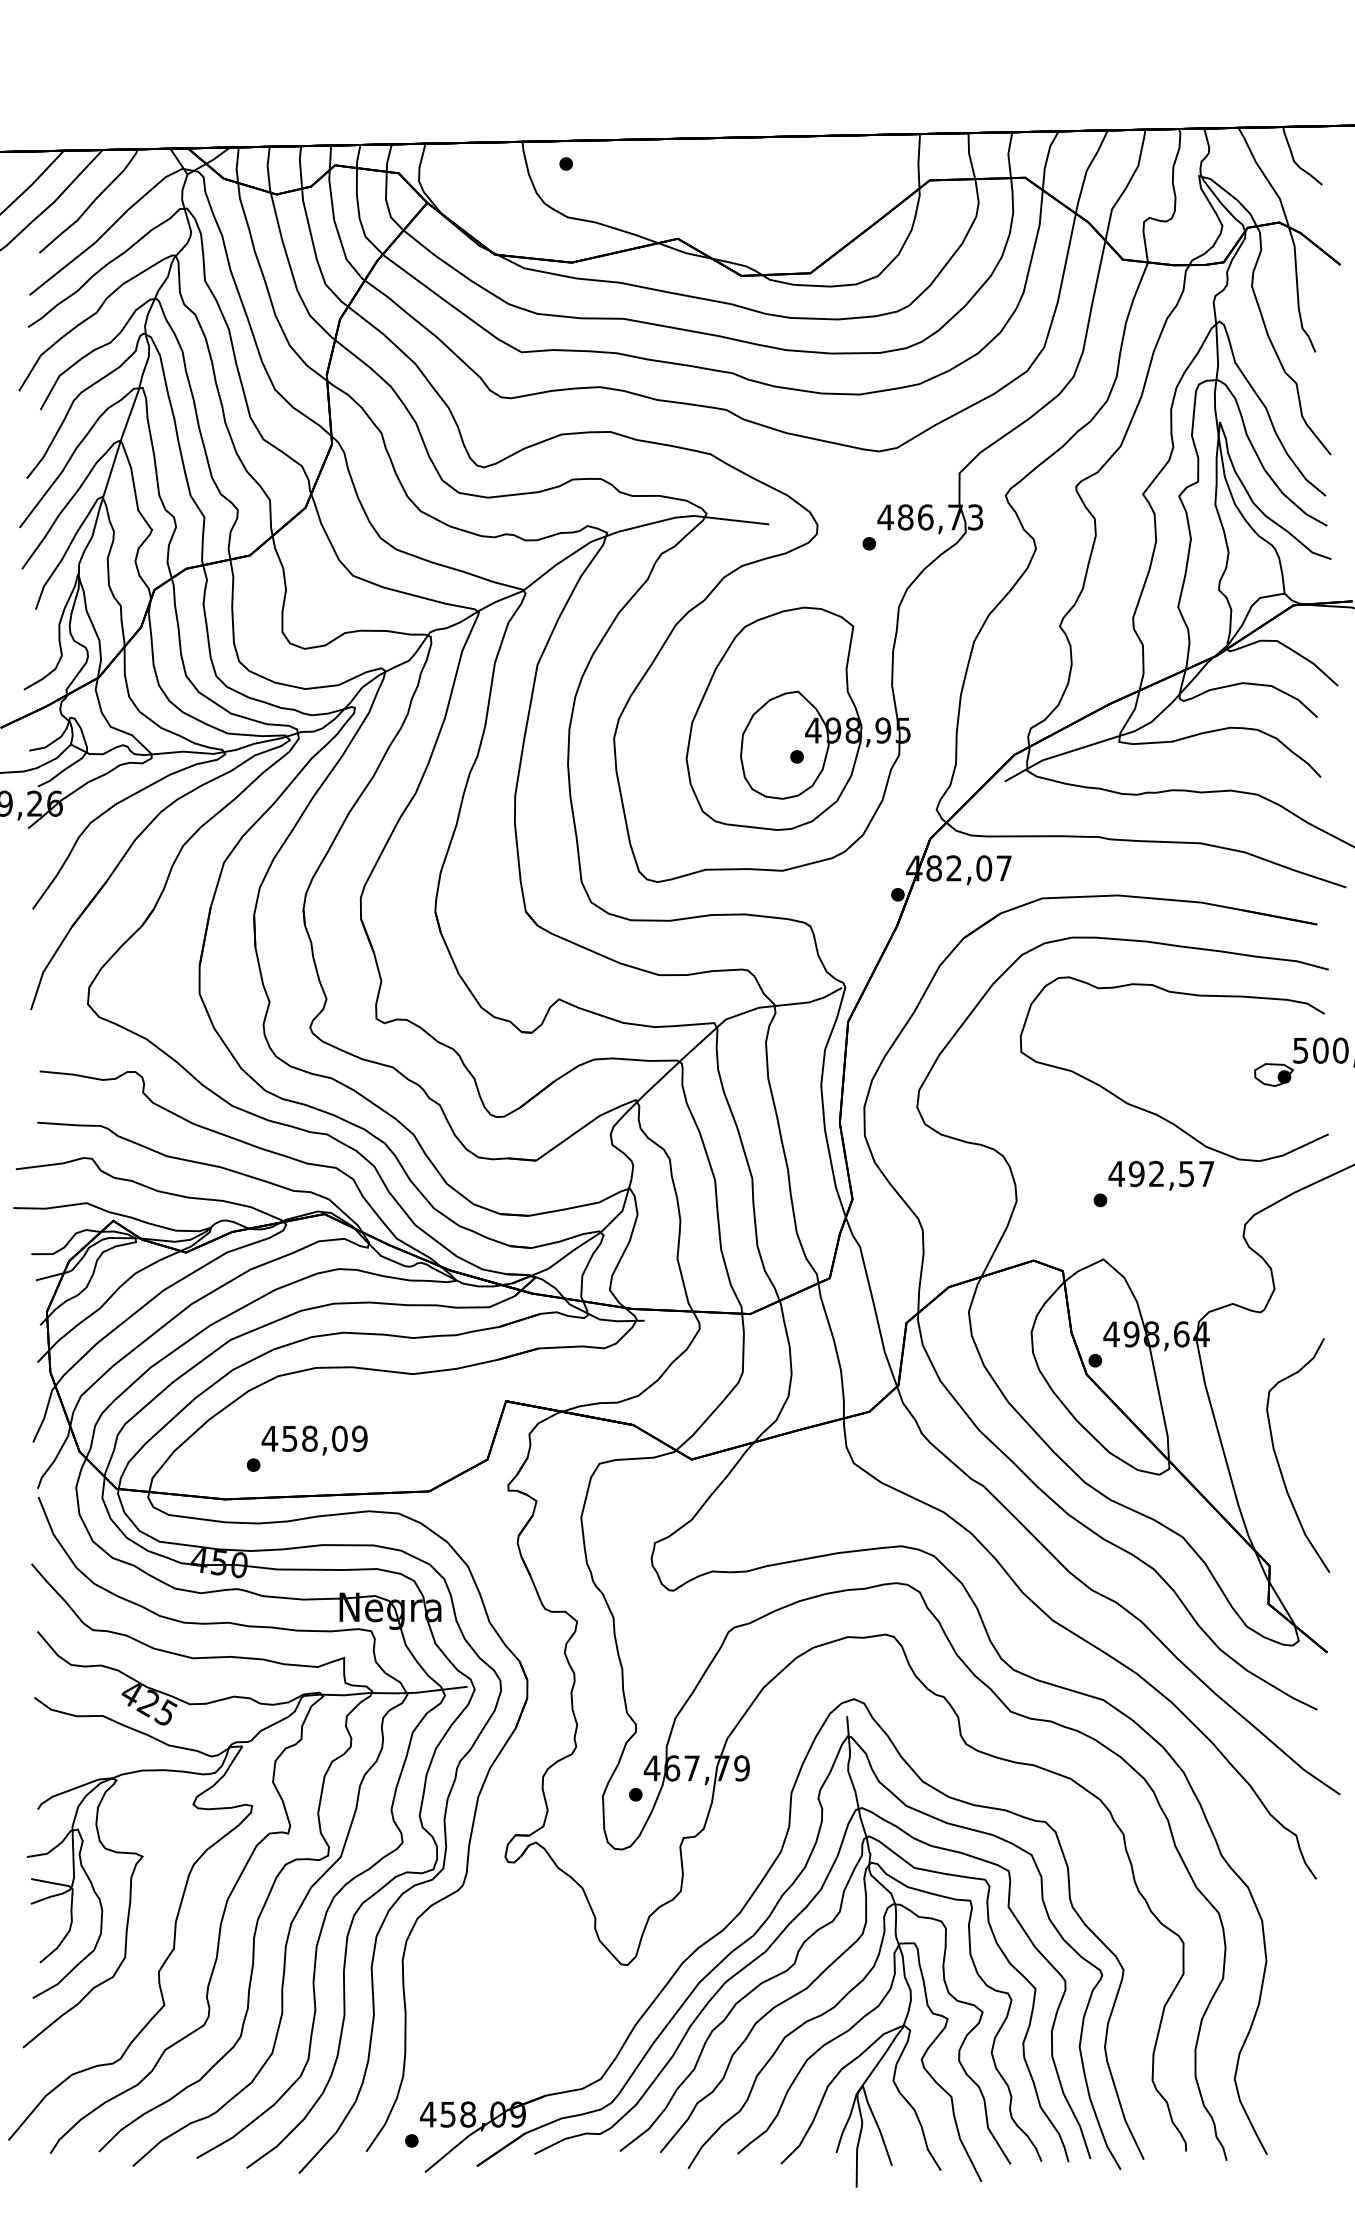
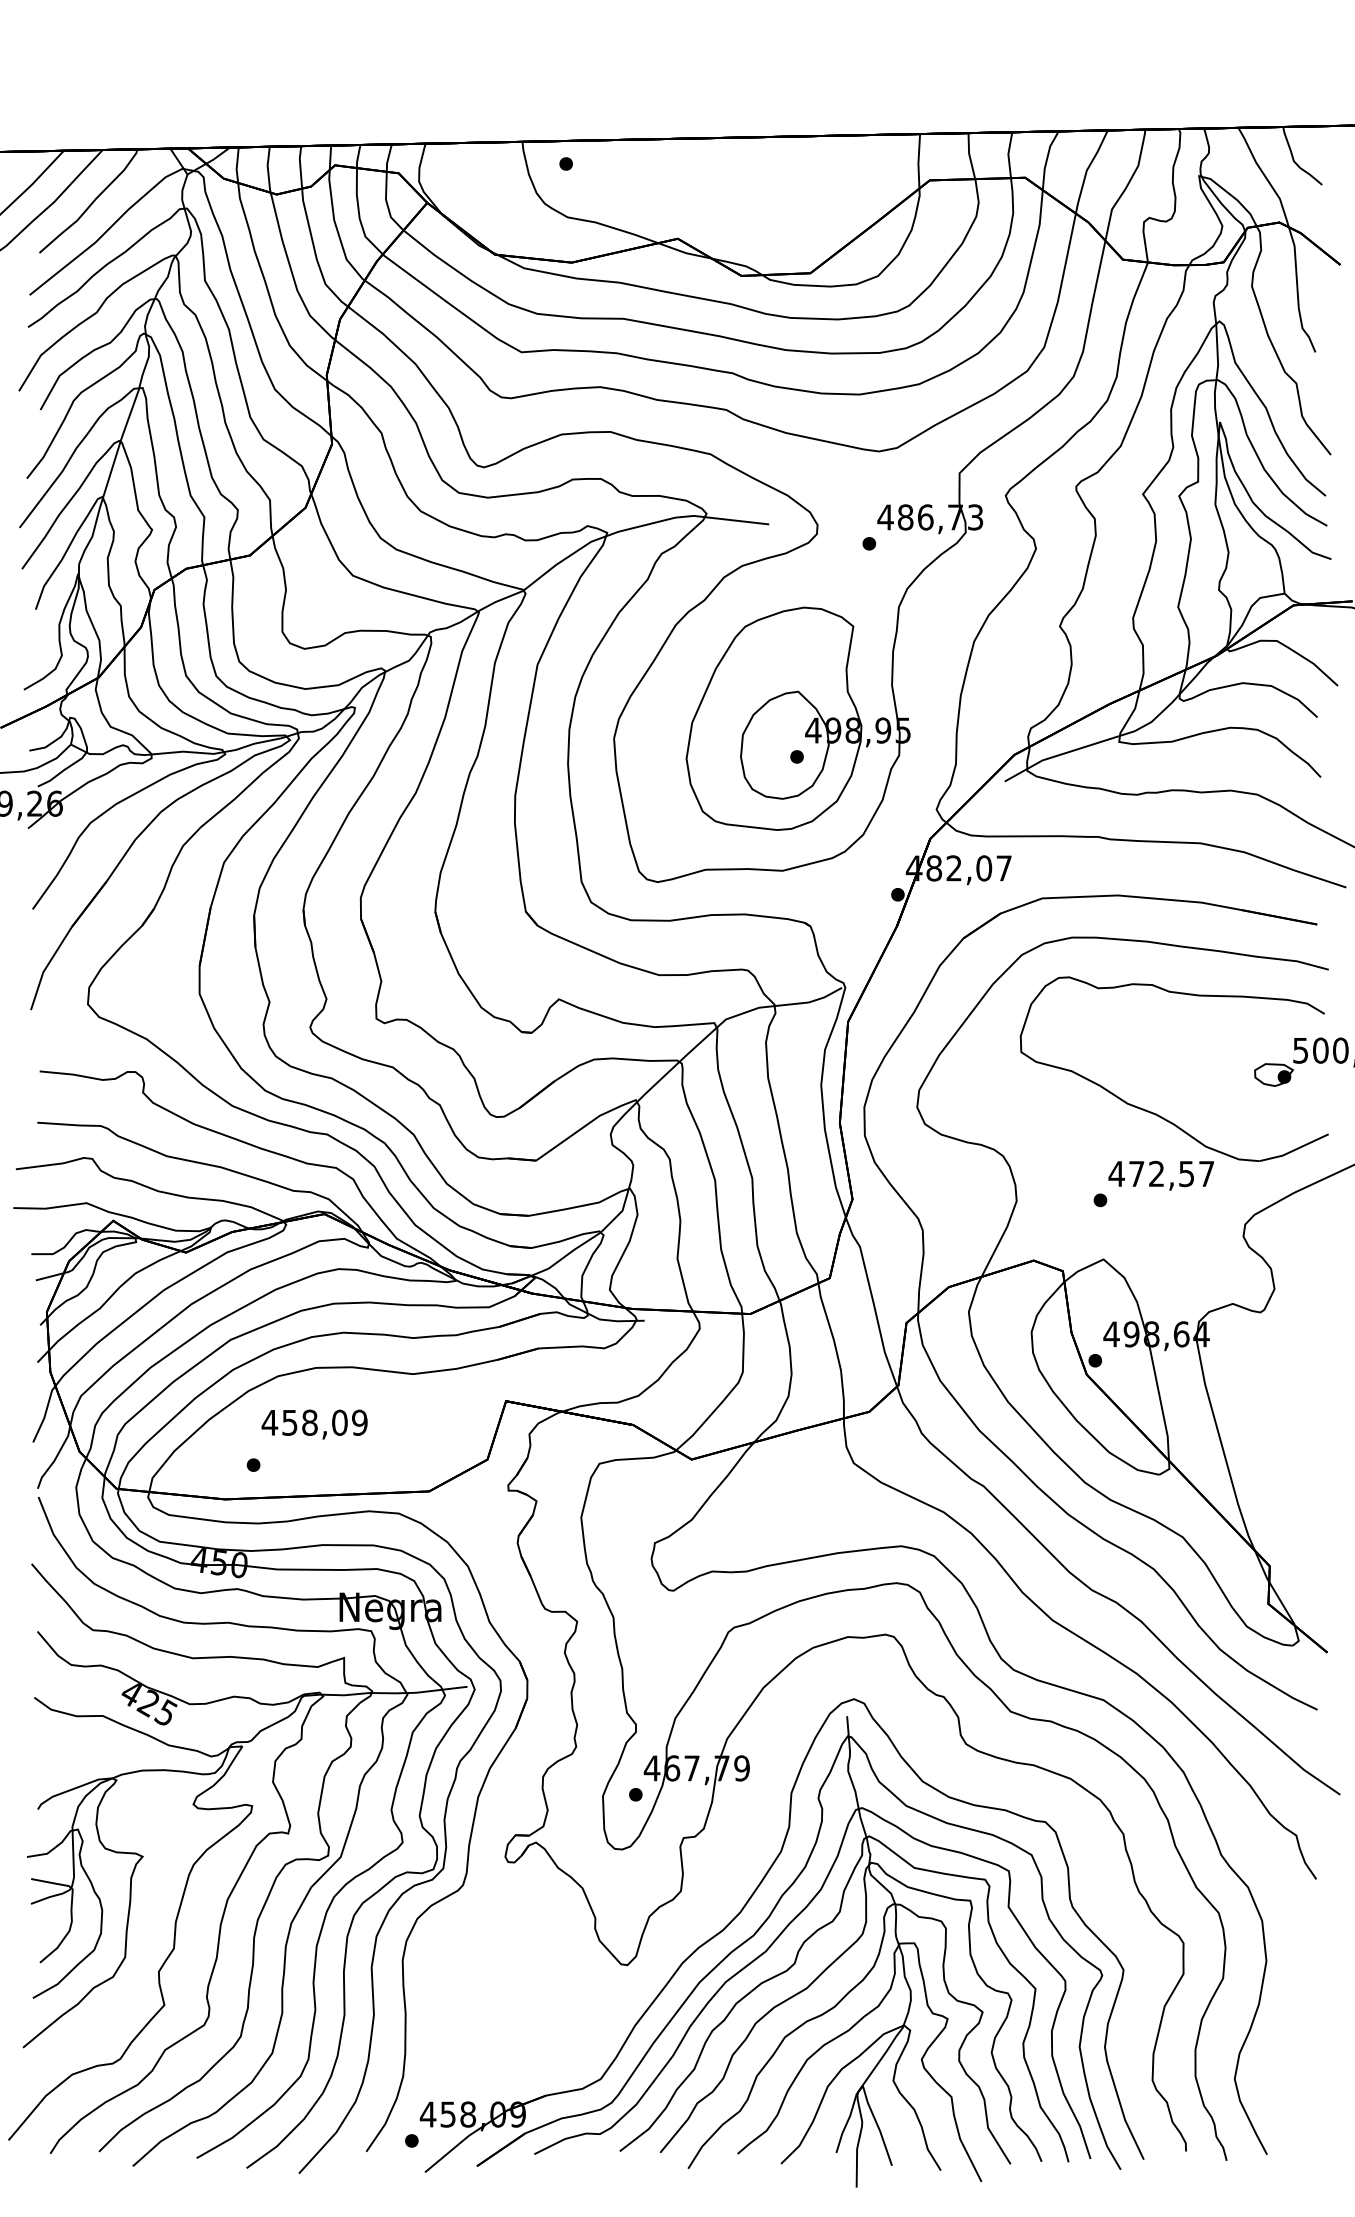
text at (1136, 1173): 492,57 -> 472,57
text at (314, 1440) position: (314, 1440) -> (314, 1424)
curve at (1278, 1460): present -> none
